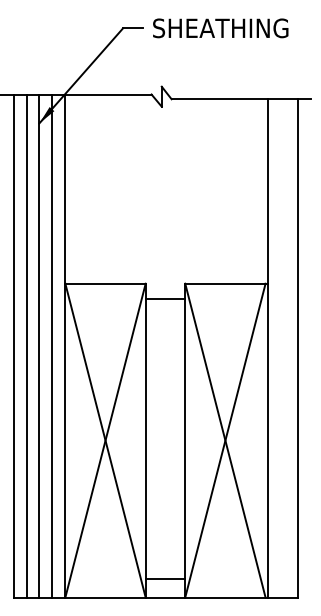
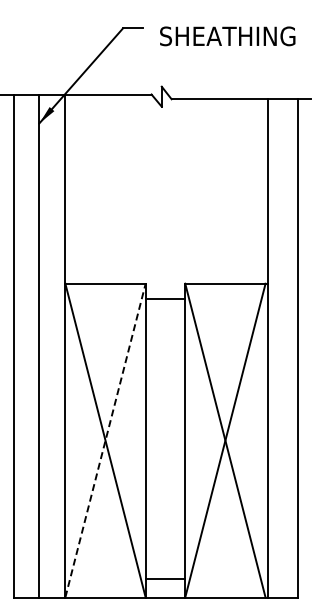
text at (220, 28) position: (220, 28) -> (227, 36)
line at (27, 345): present -> none
line at (52, 345): present -> none
line at (105, 440): solid -> dashed
